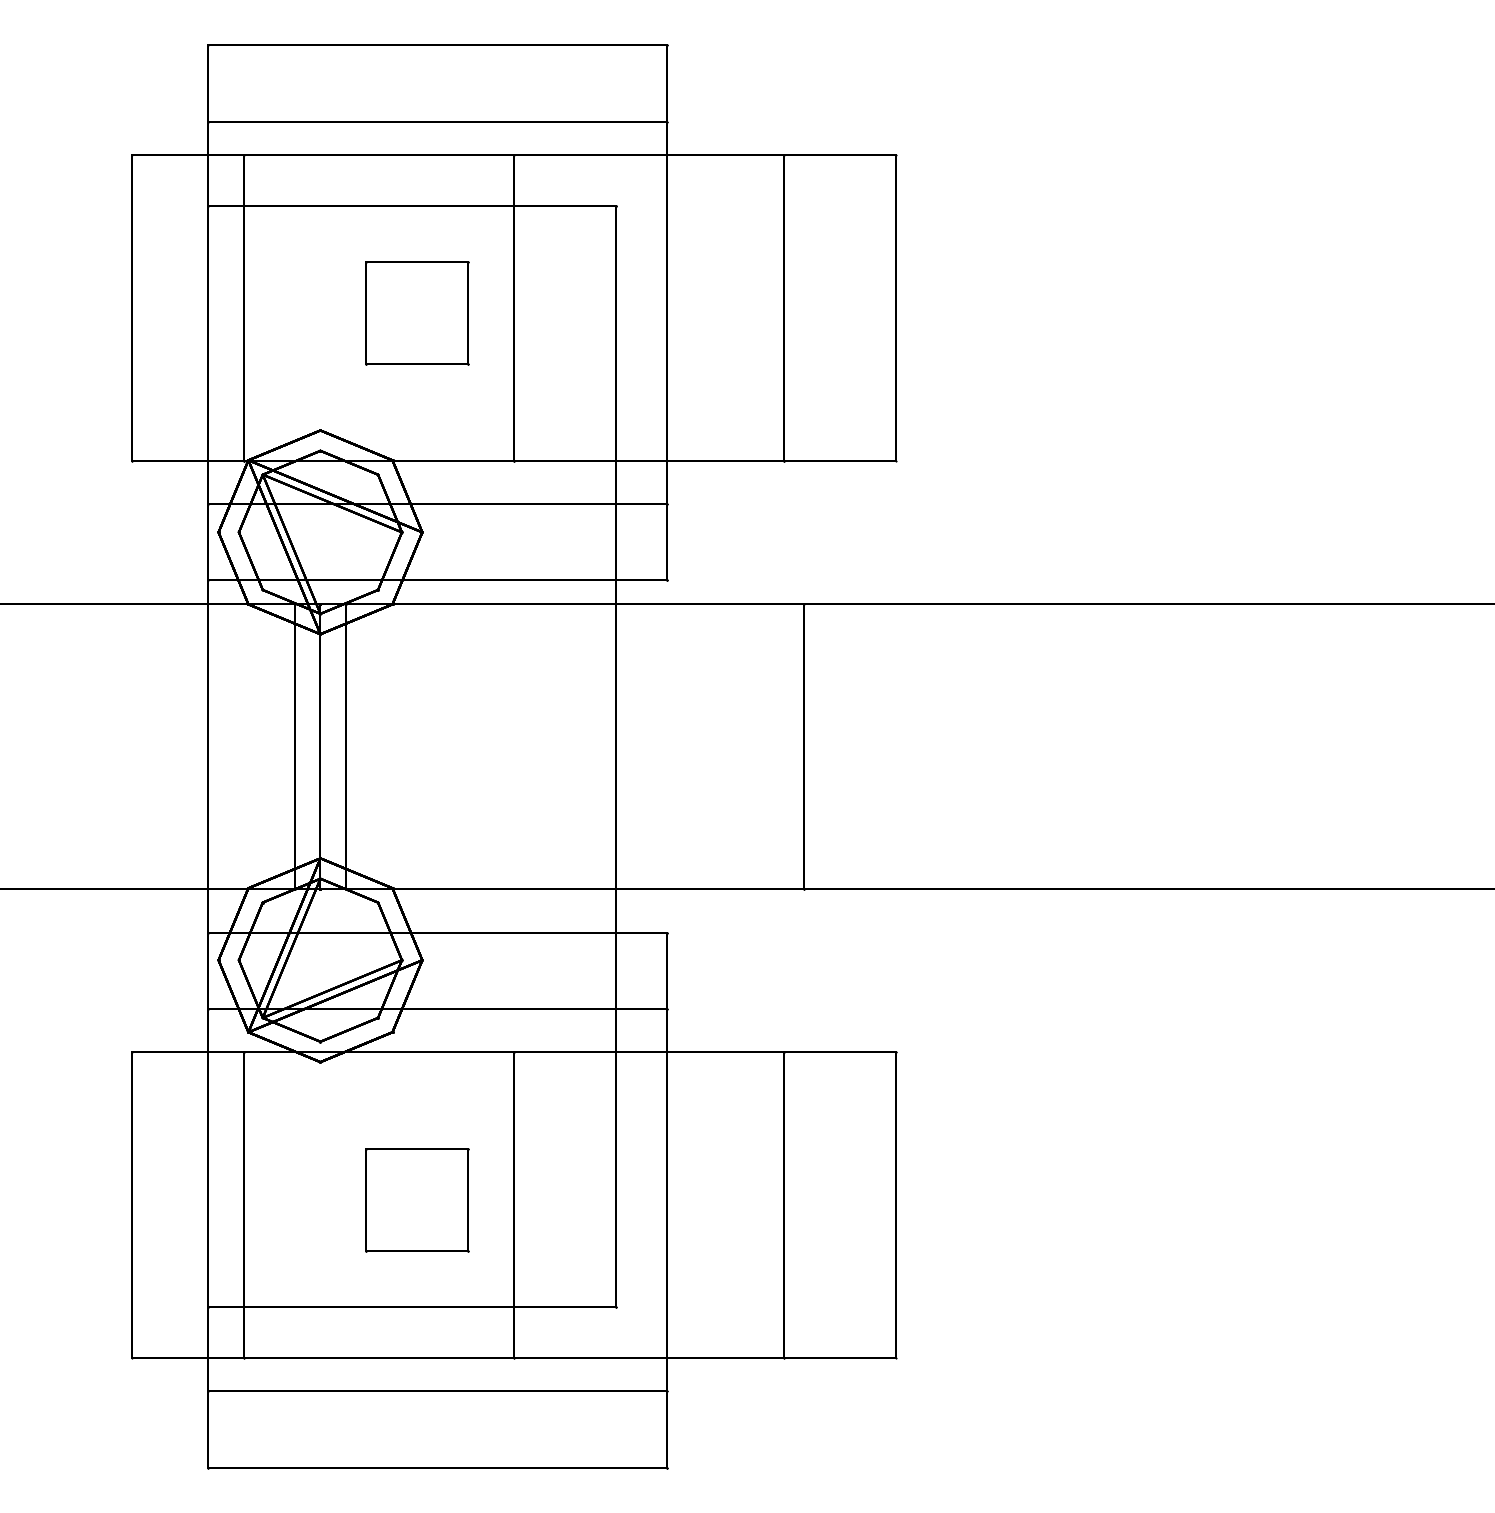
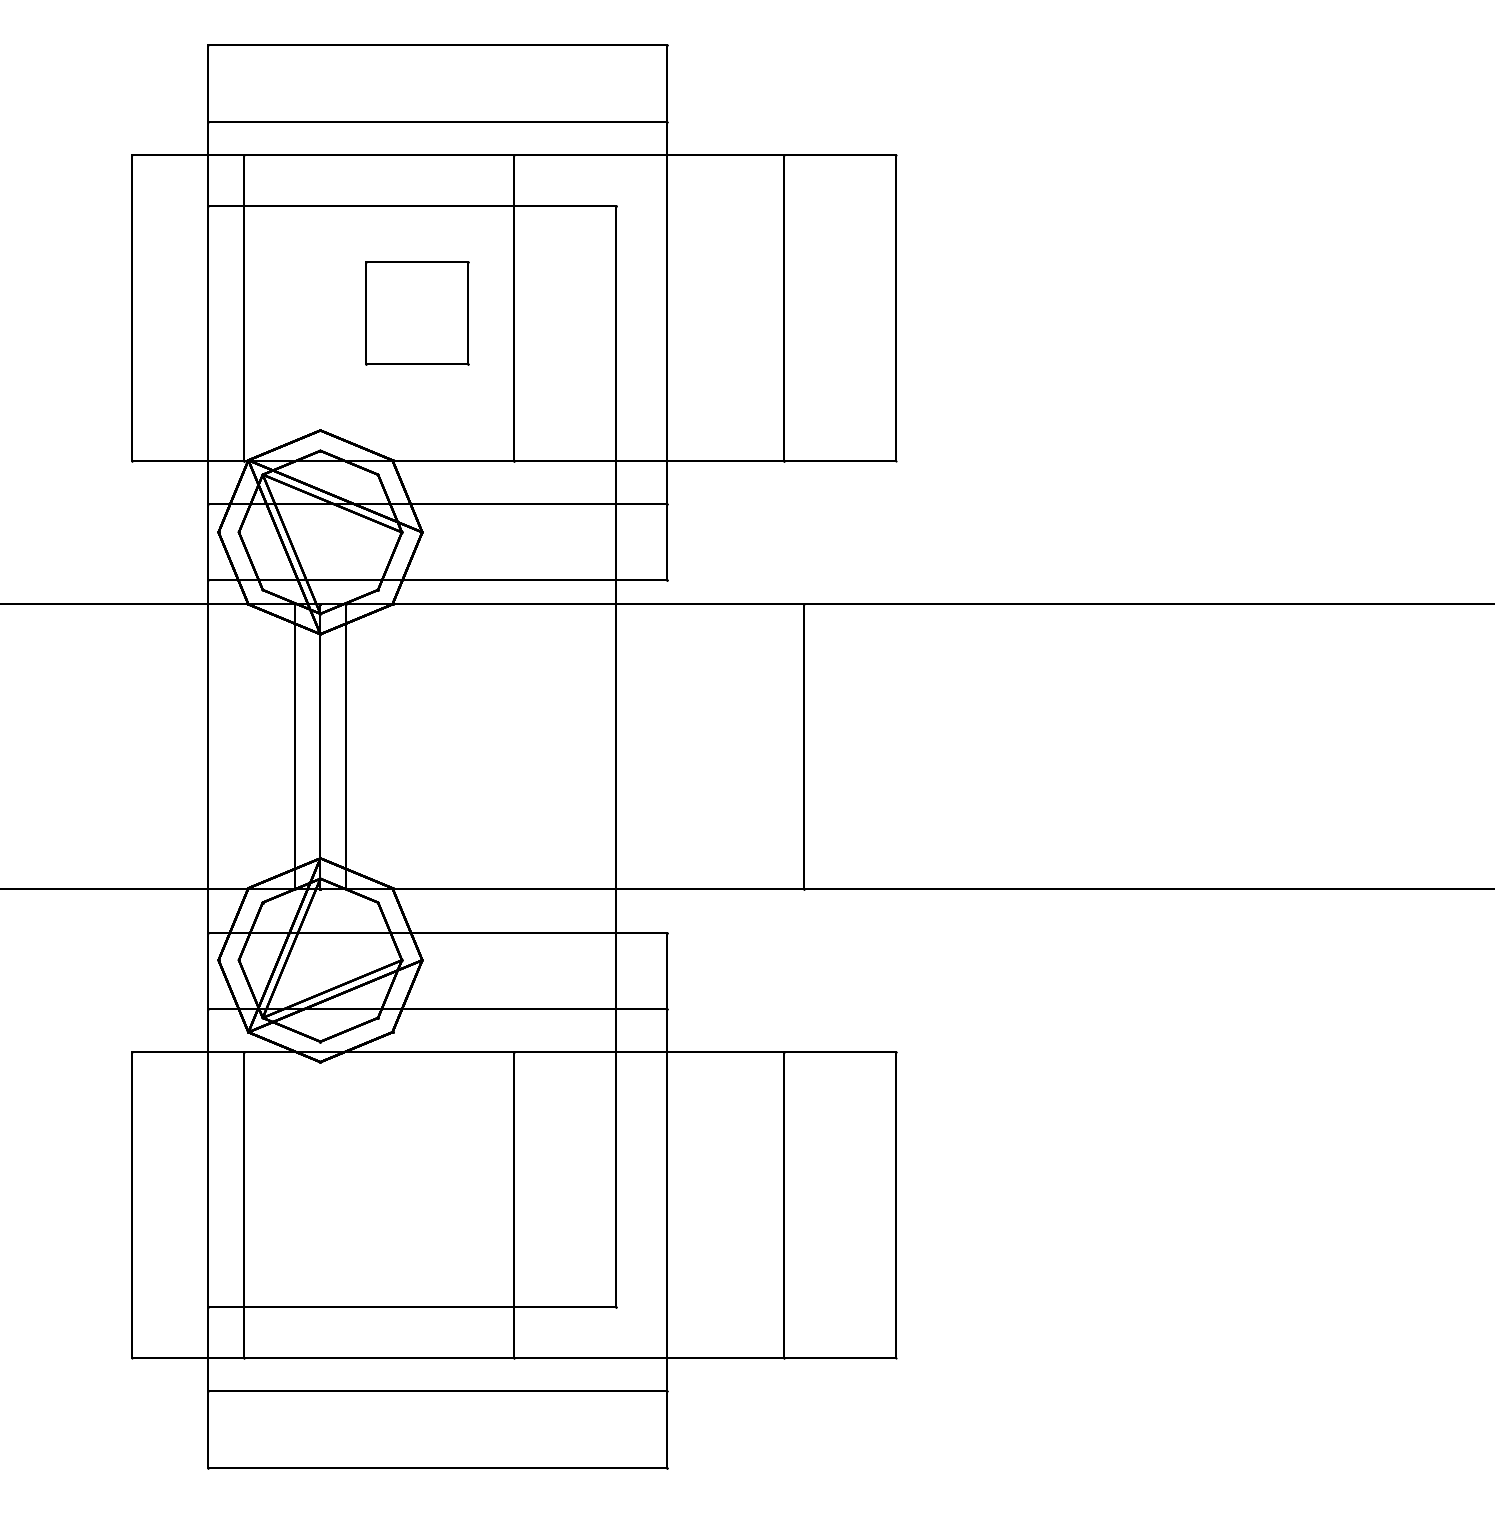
part at (417, 1200): present -> none
